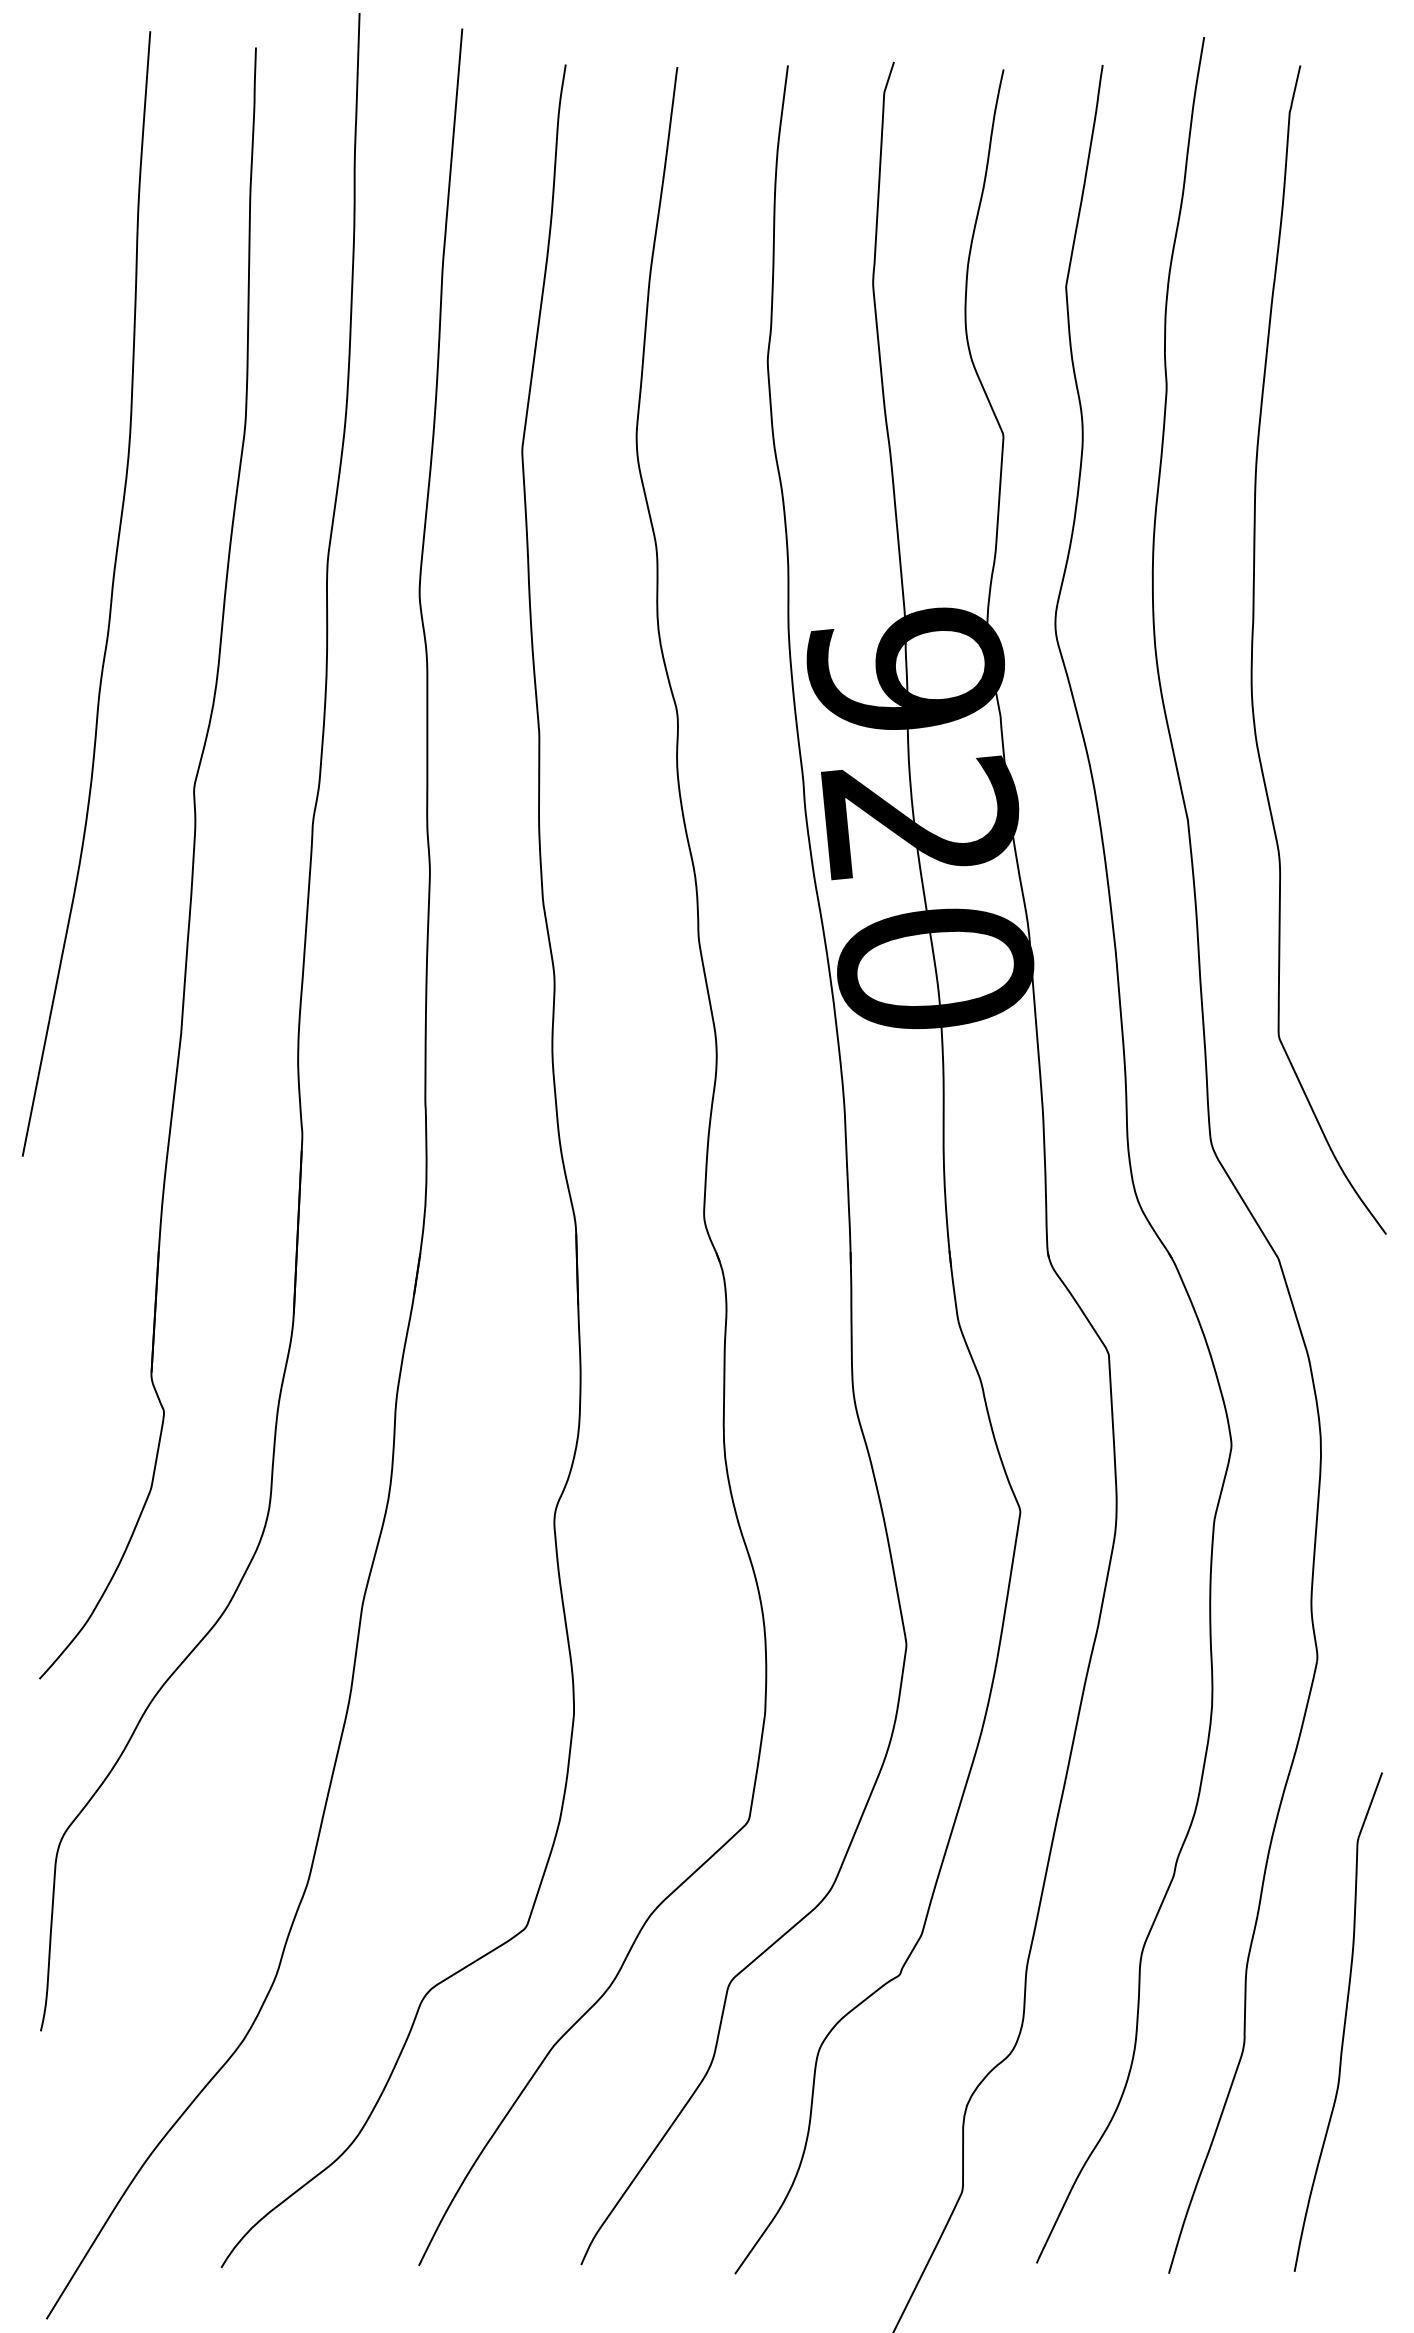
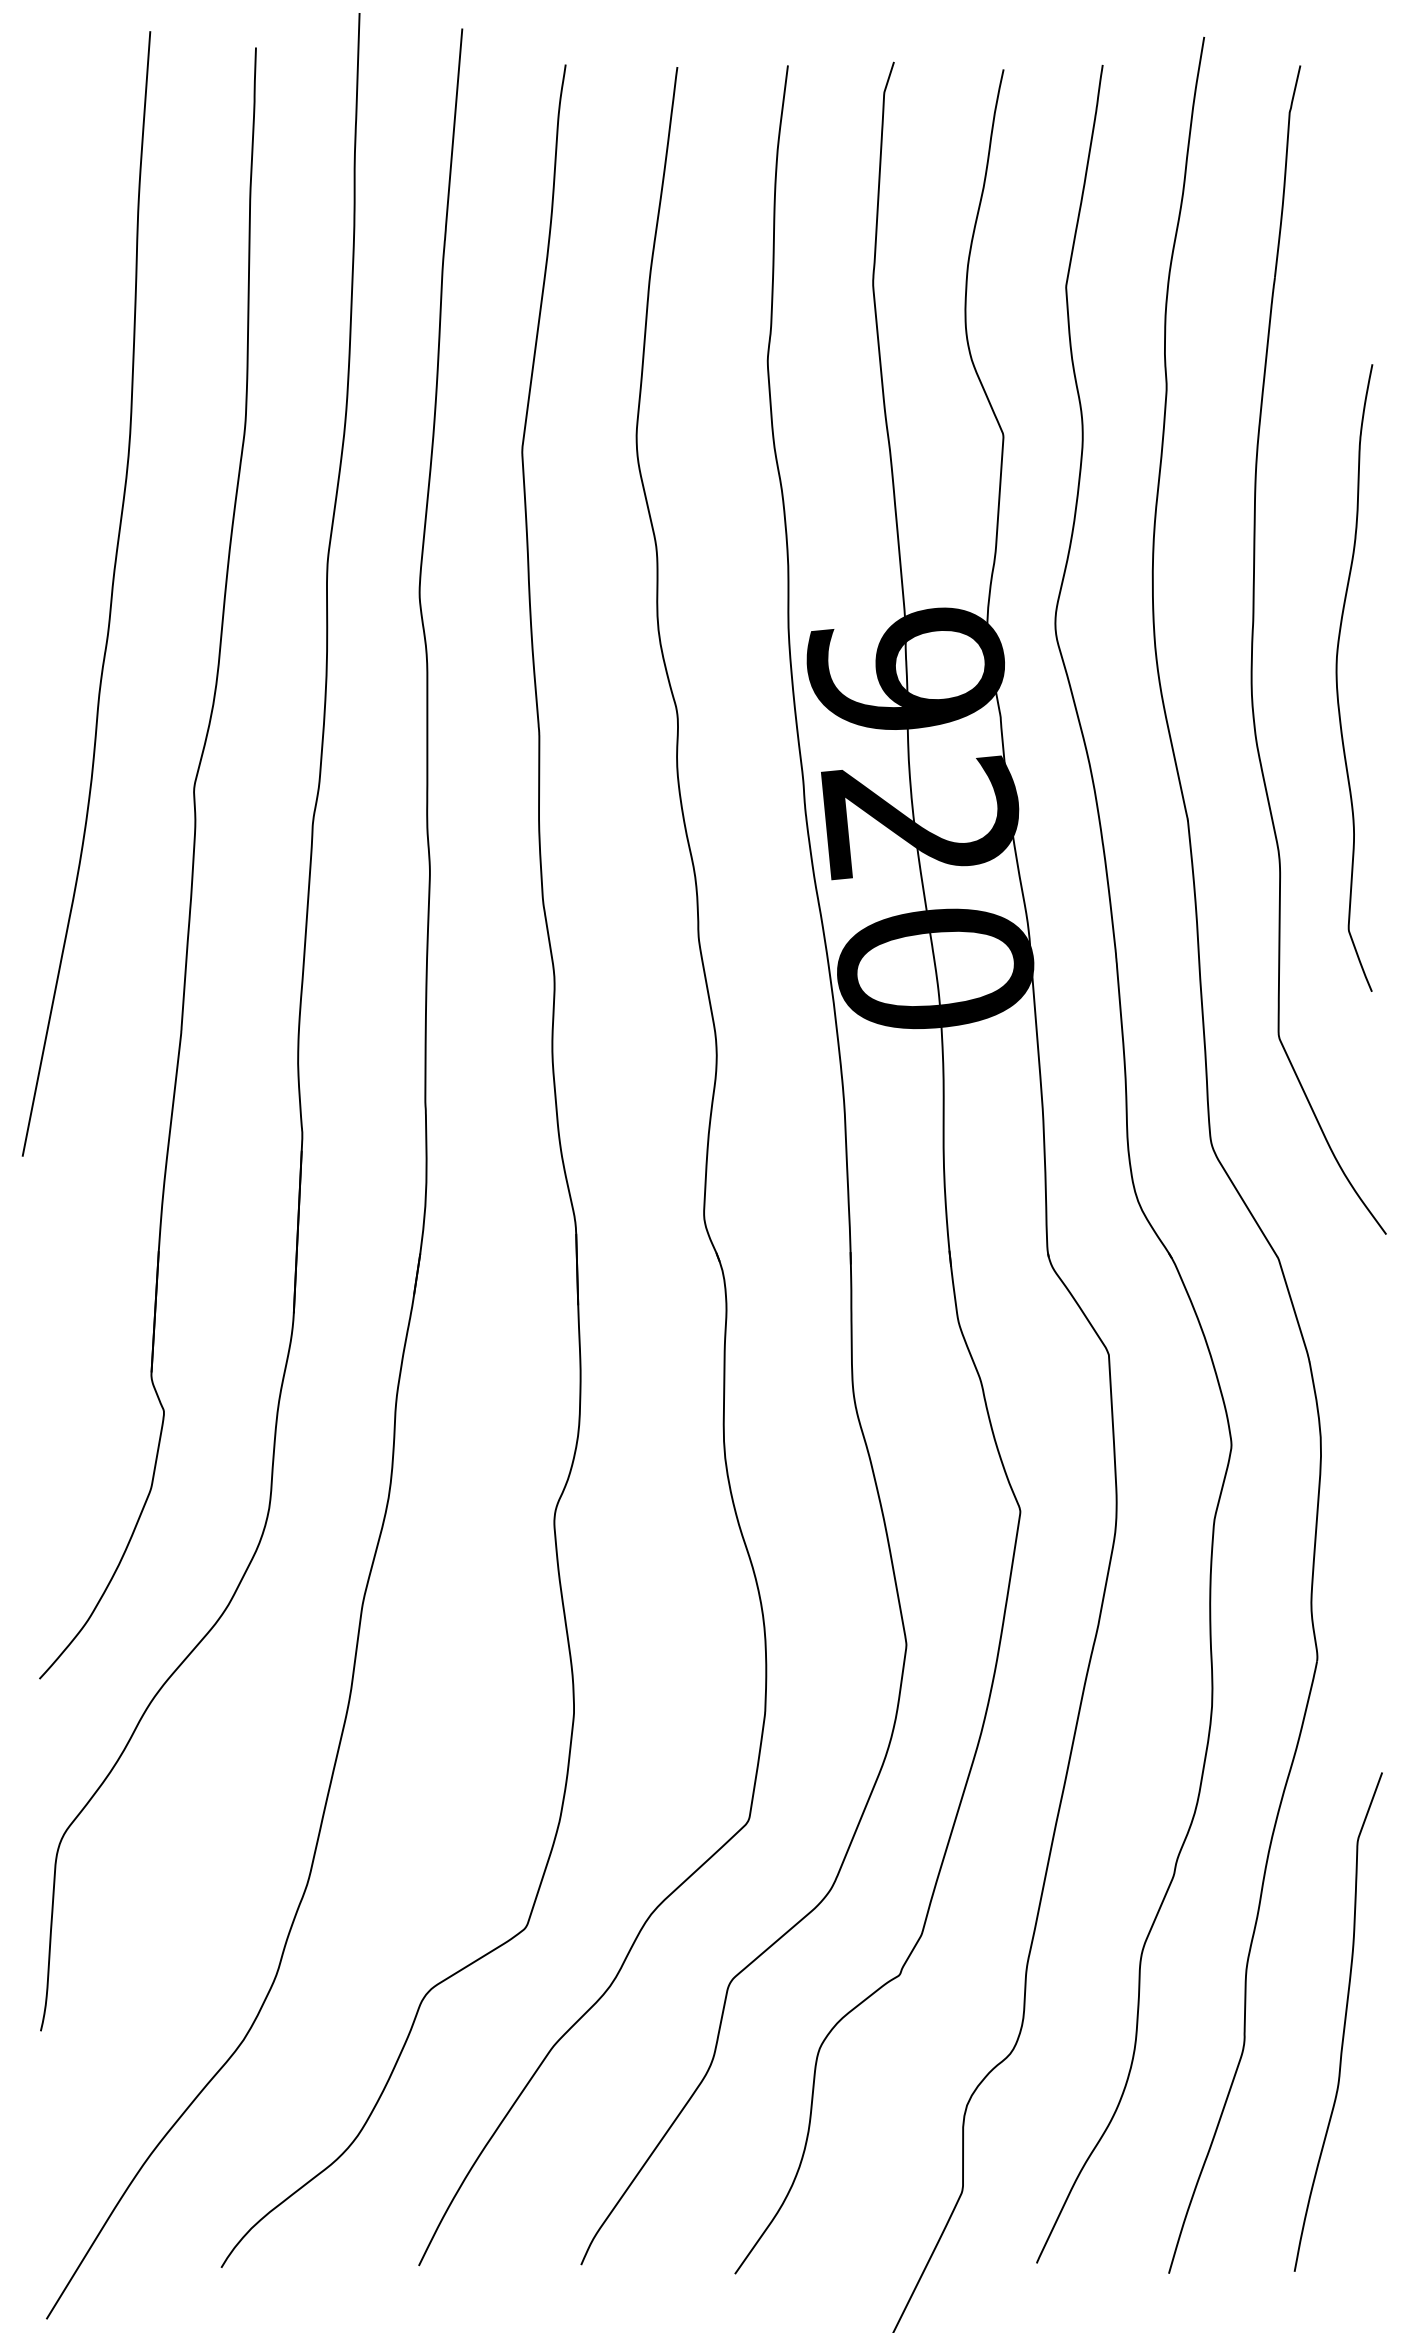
curve at (1337, 677): none -> present
